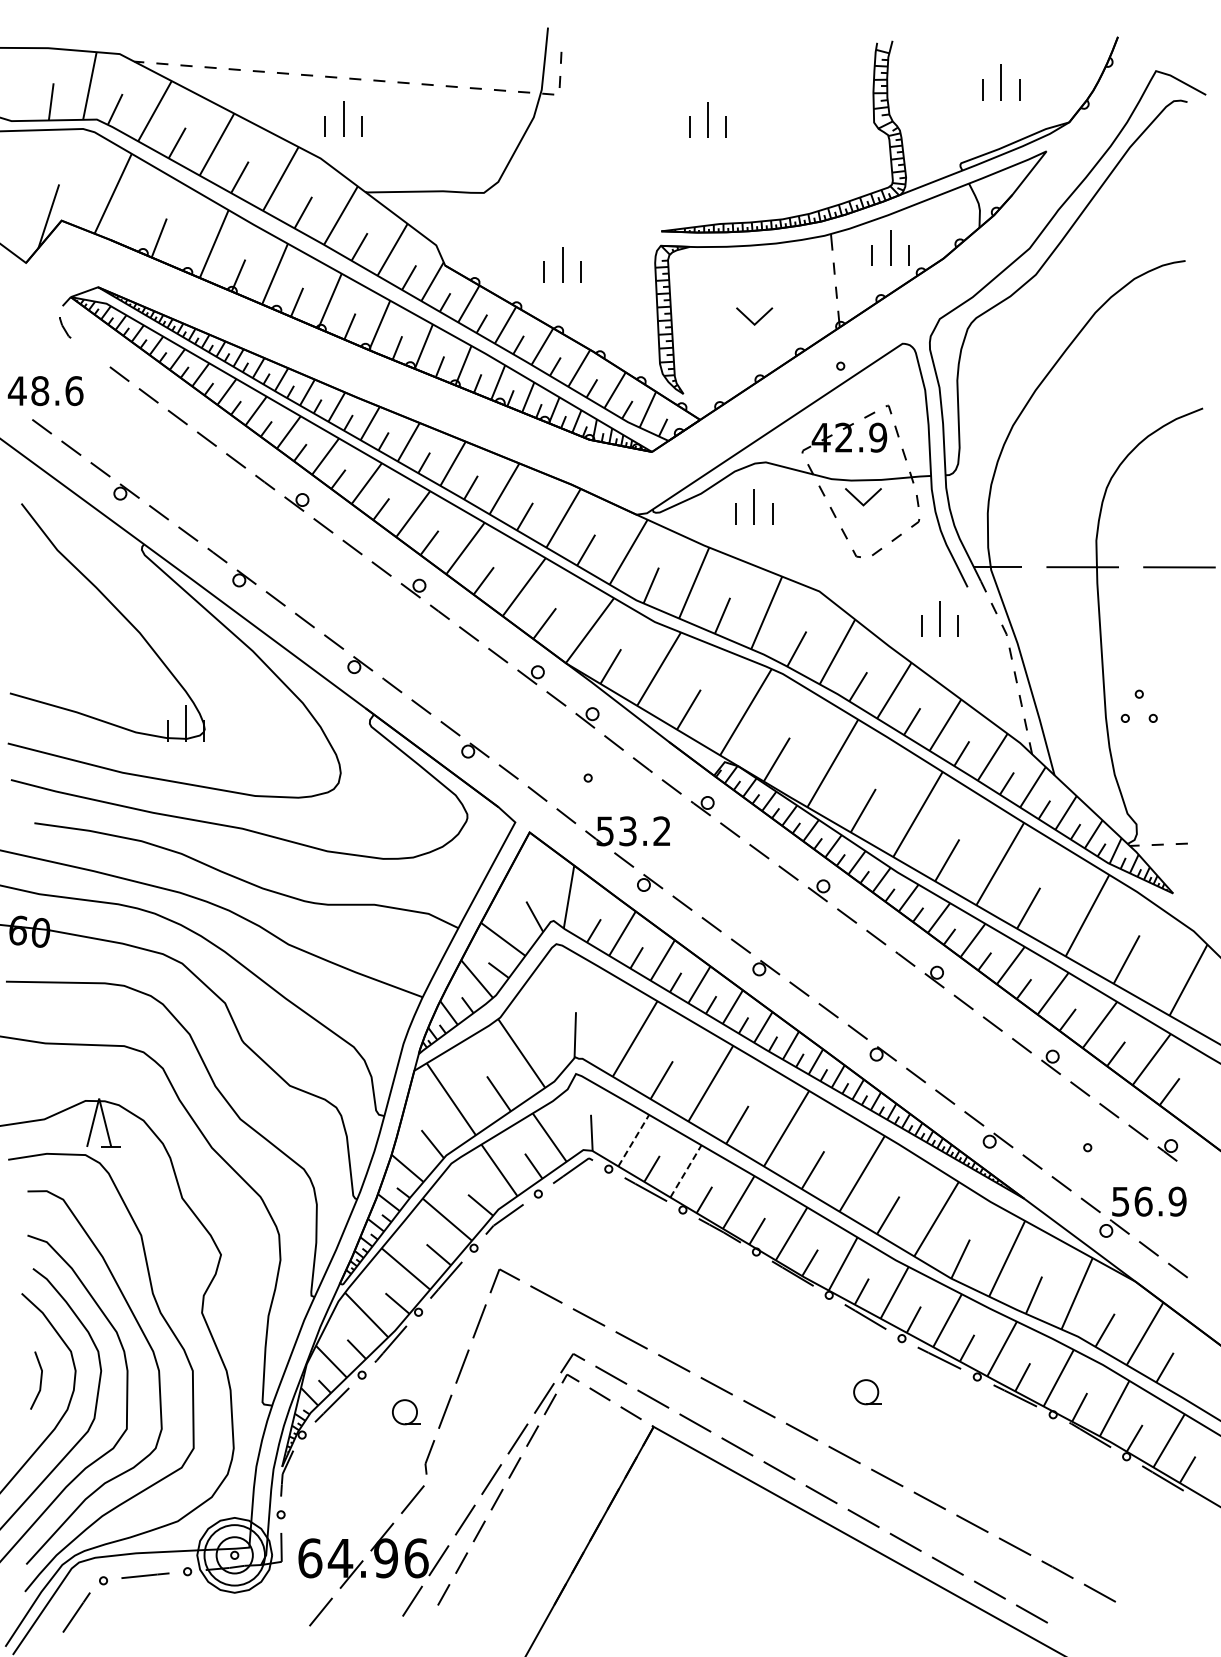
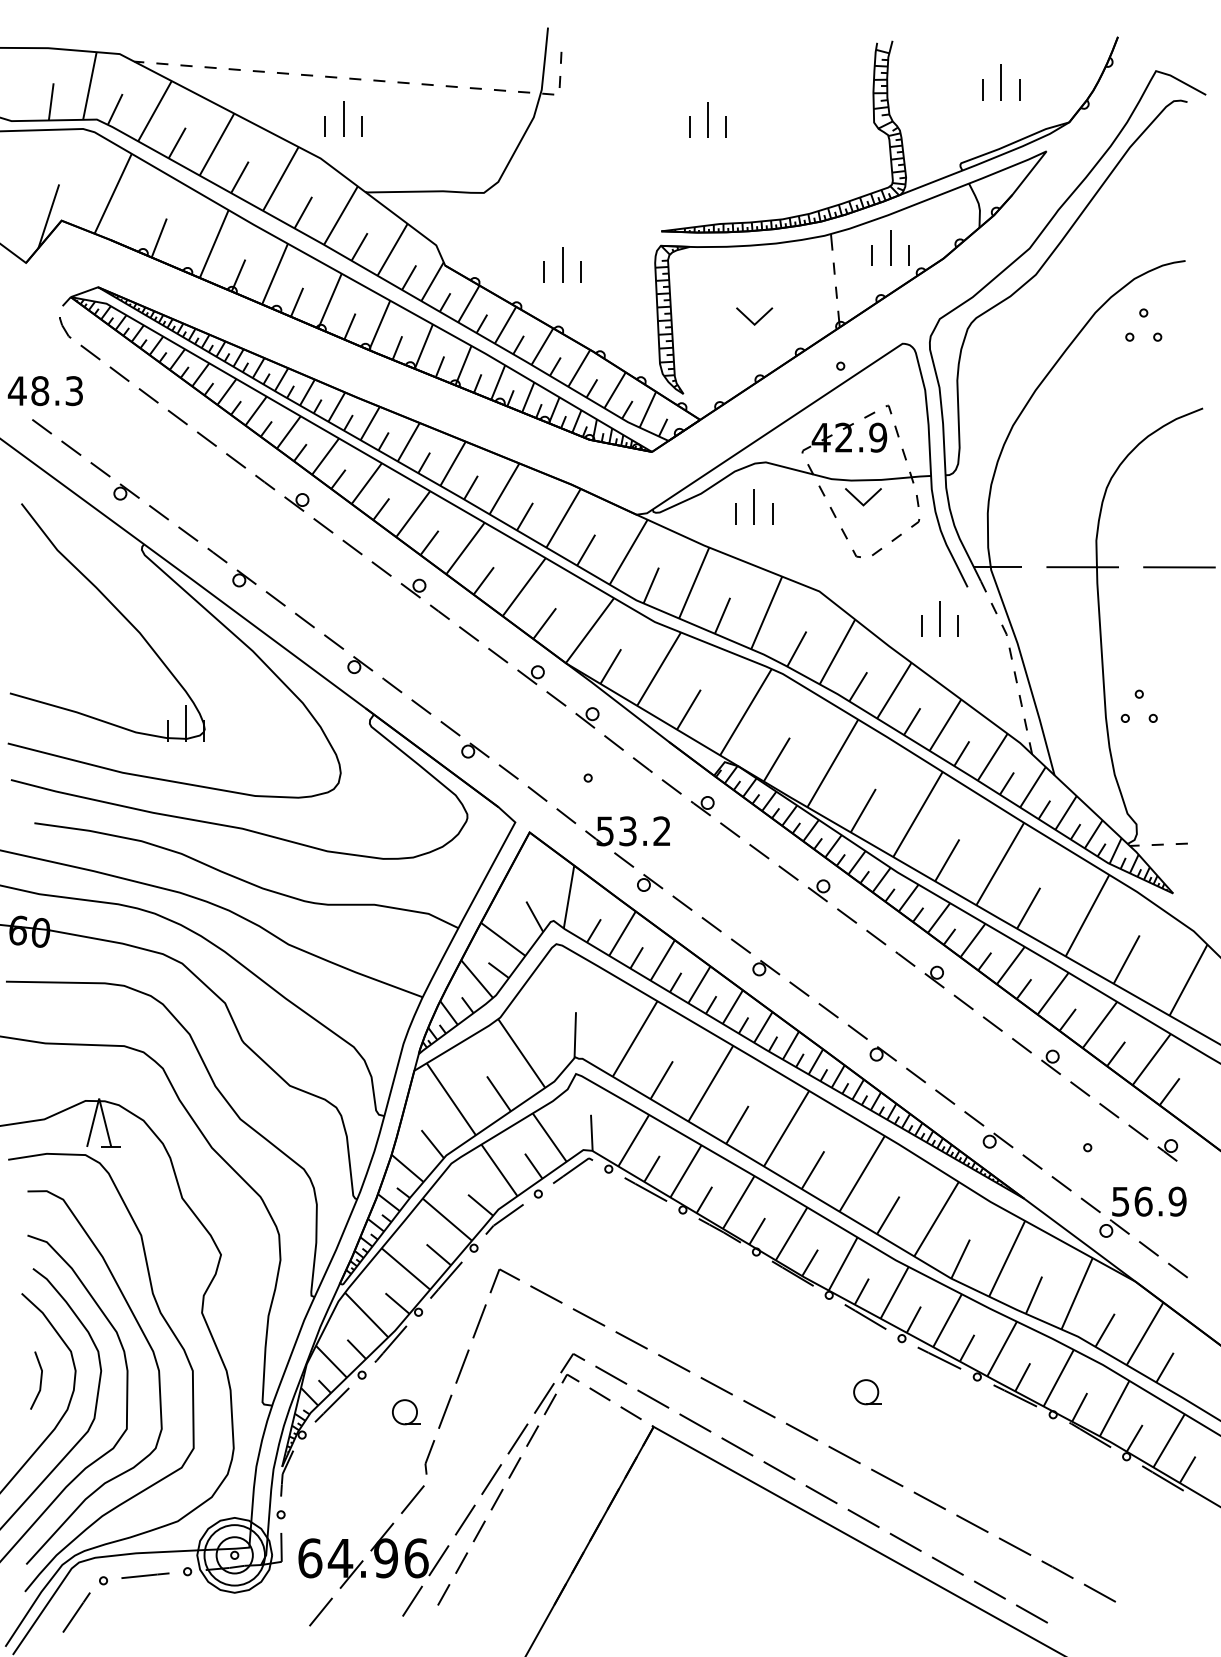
part at (1143, 317): none -> present
line at (90, 352): none -> present
text at (74, 391): 48.6 -> 48.3
line at (633, 1140): dashed -> solid
line at (686, 1170): dashed -> solid
